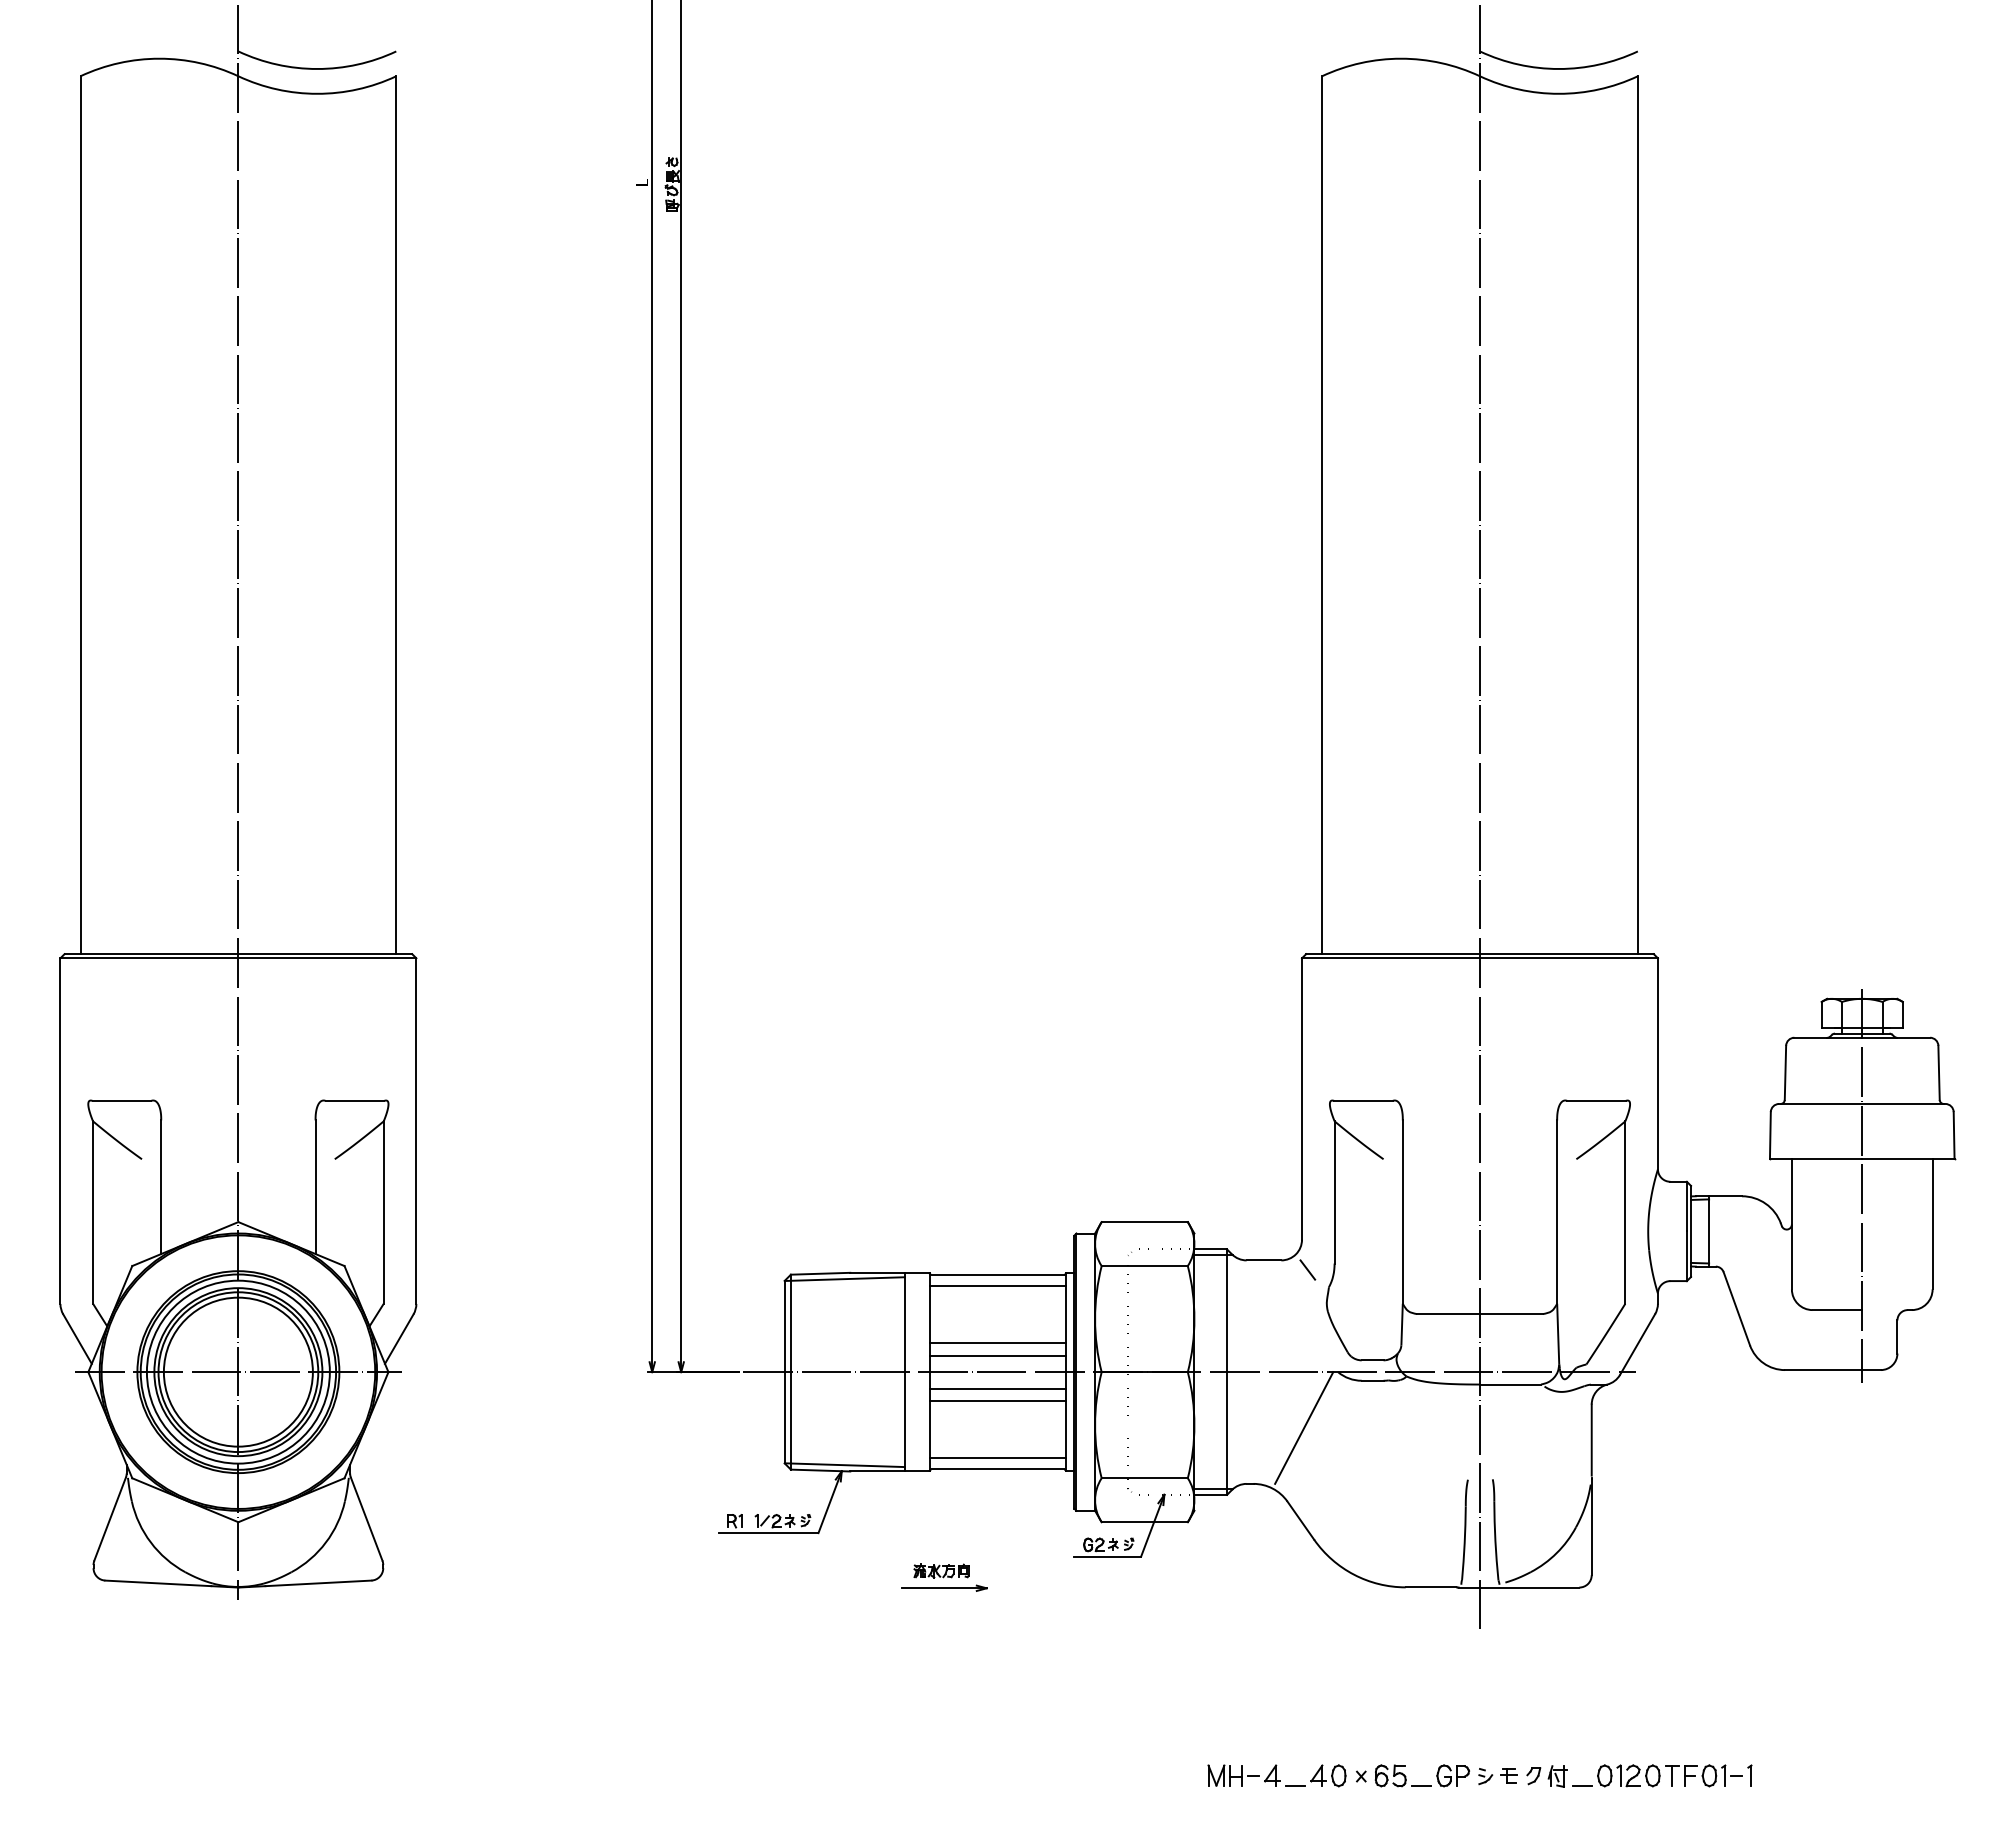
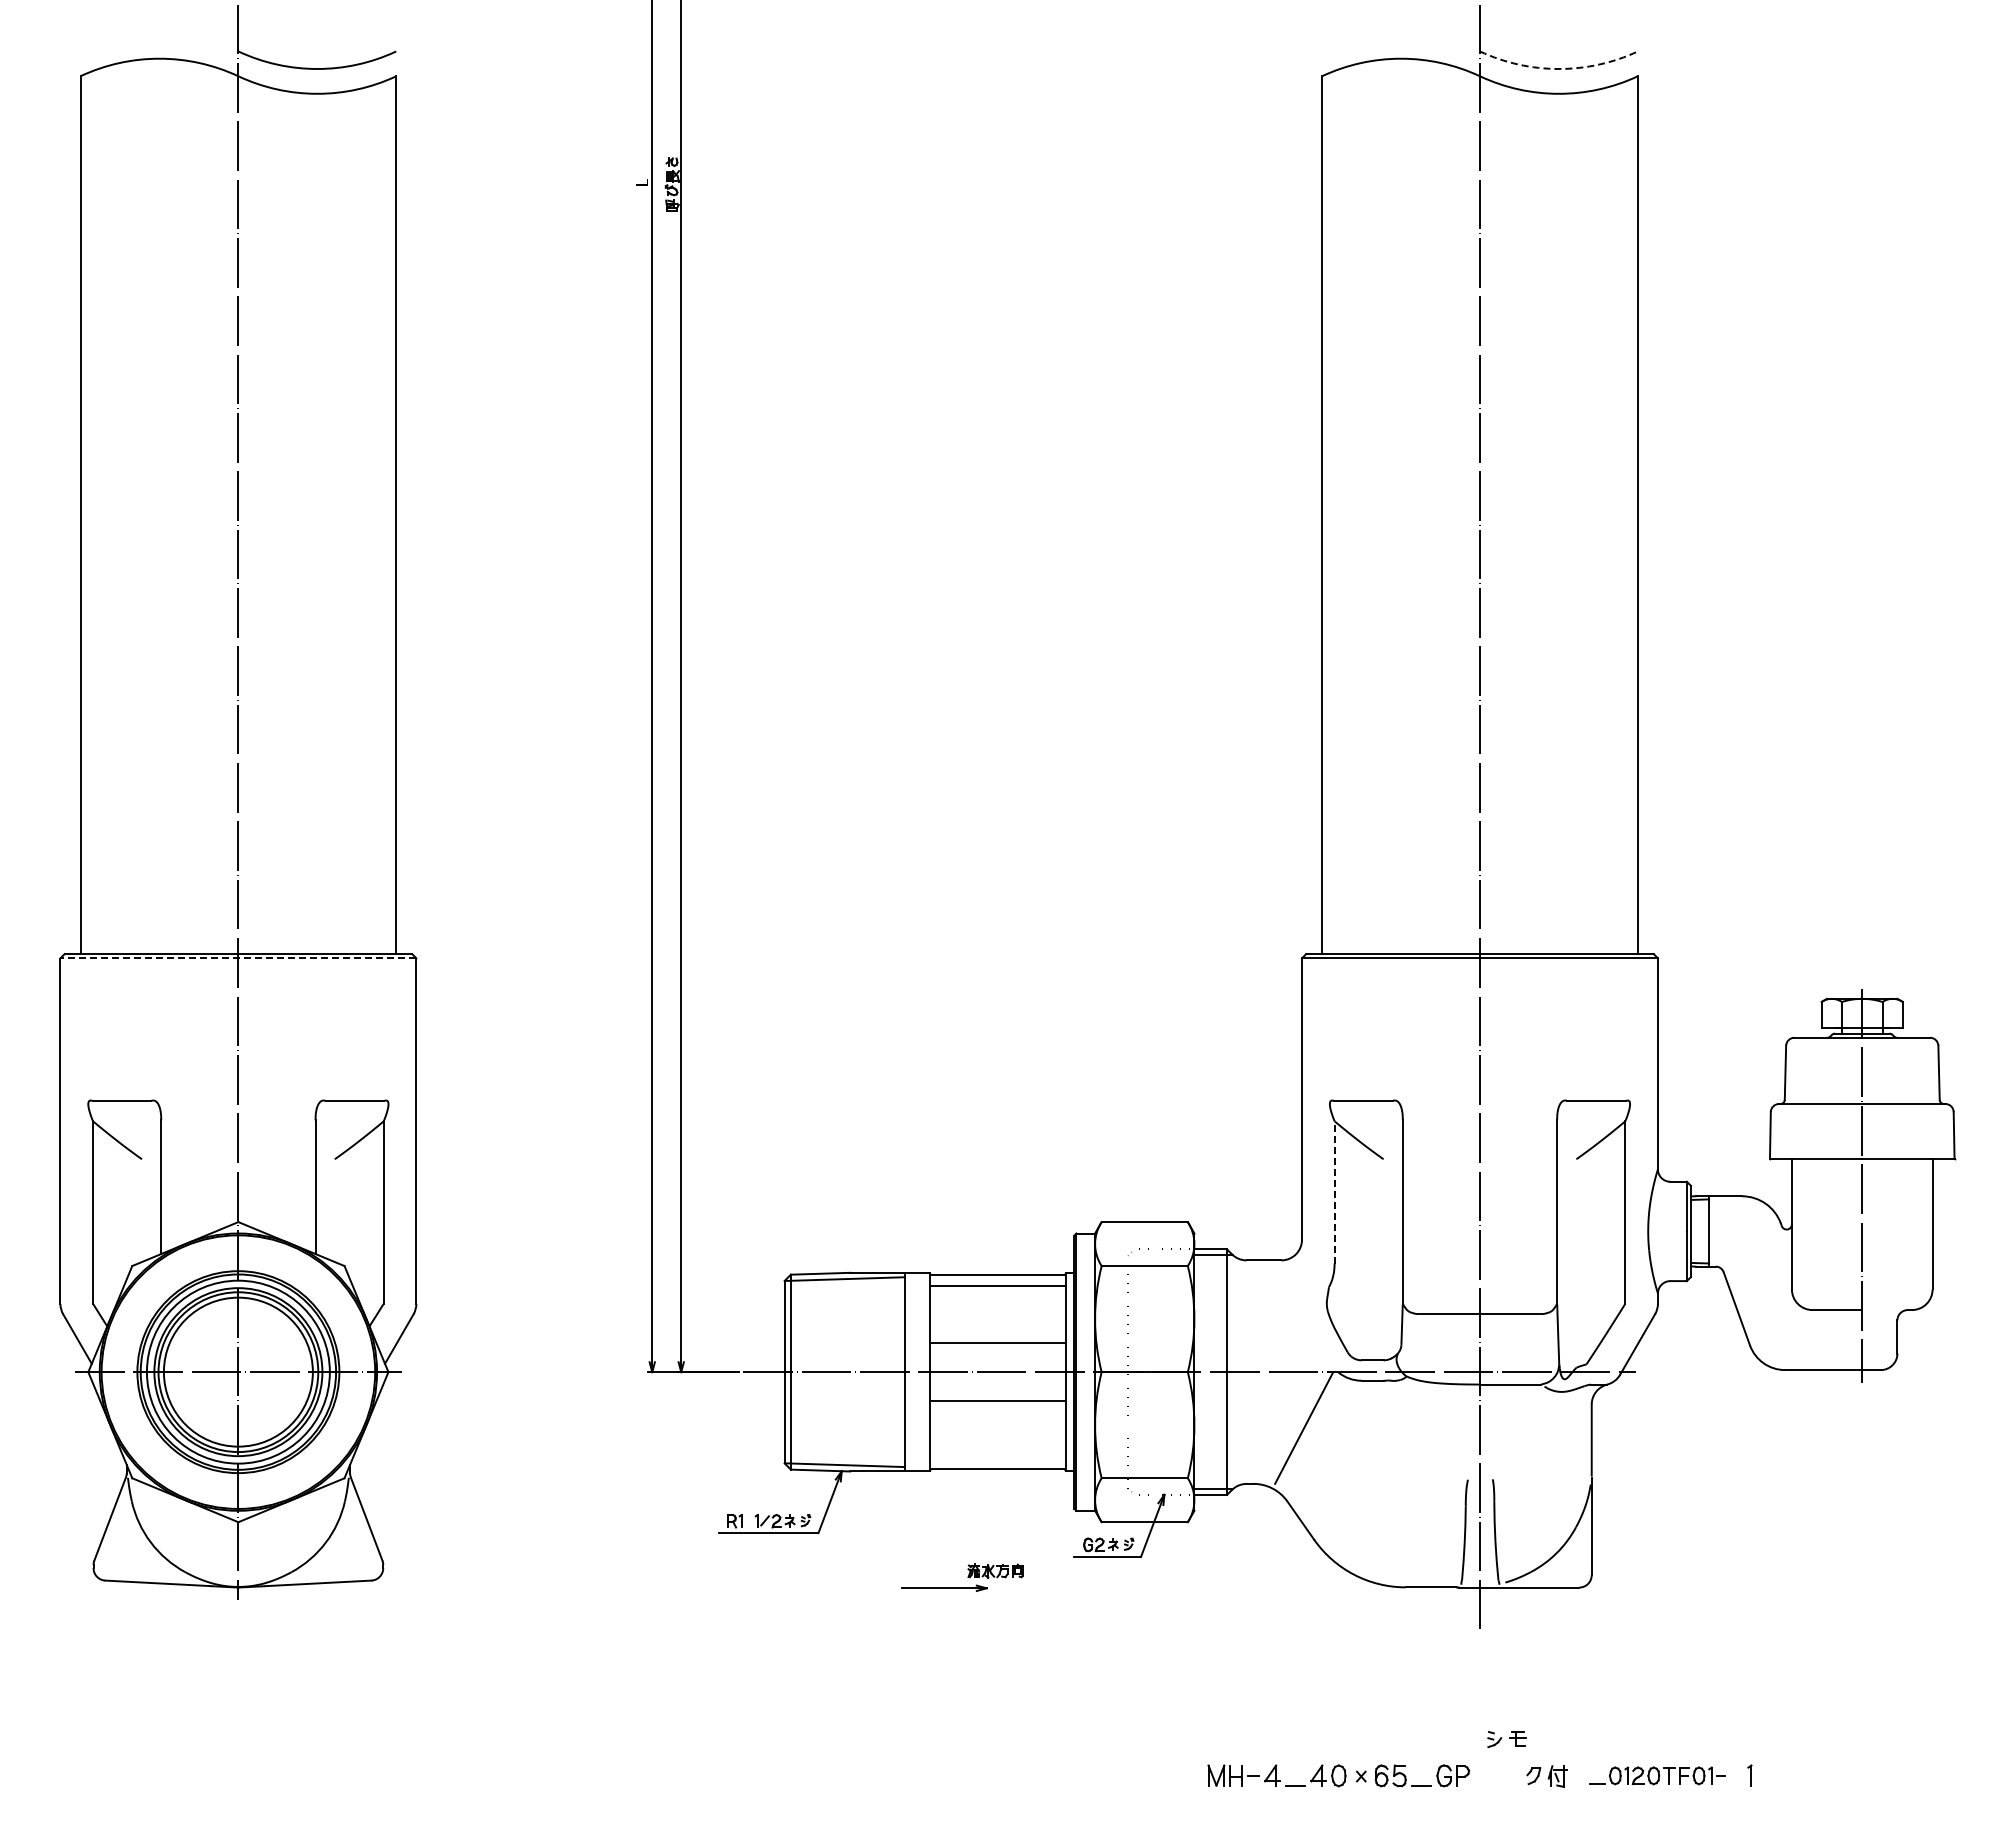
arc at (1558, 69): solid -> dashed
line at (238, 958): solid -> dashed
line at (1334, 1191): solid -> dashed
line at (1307, 1269): present -> none
line at (997, 1355): present -> none
line at (997, 1388): present -> none
line at (997, 1458): present -> none
part at (941, 1570) position: (941, 1570) -> (995, 1570)
part at (1657, 1775) size: 171x24 px -> 137x20 px
part at (1497, 1776) position: (1497, 1776) -> (1506, 1739)
